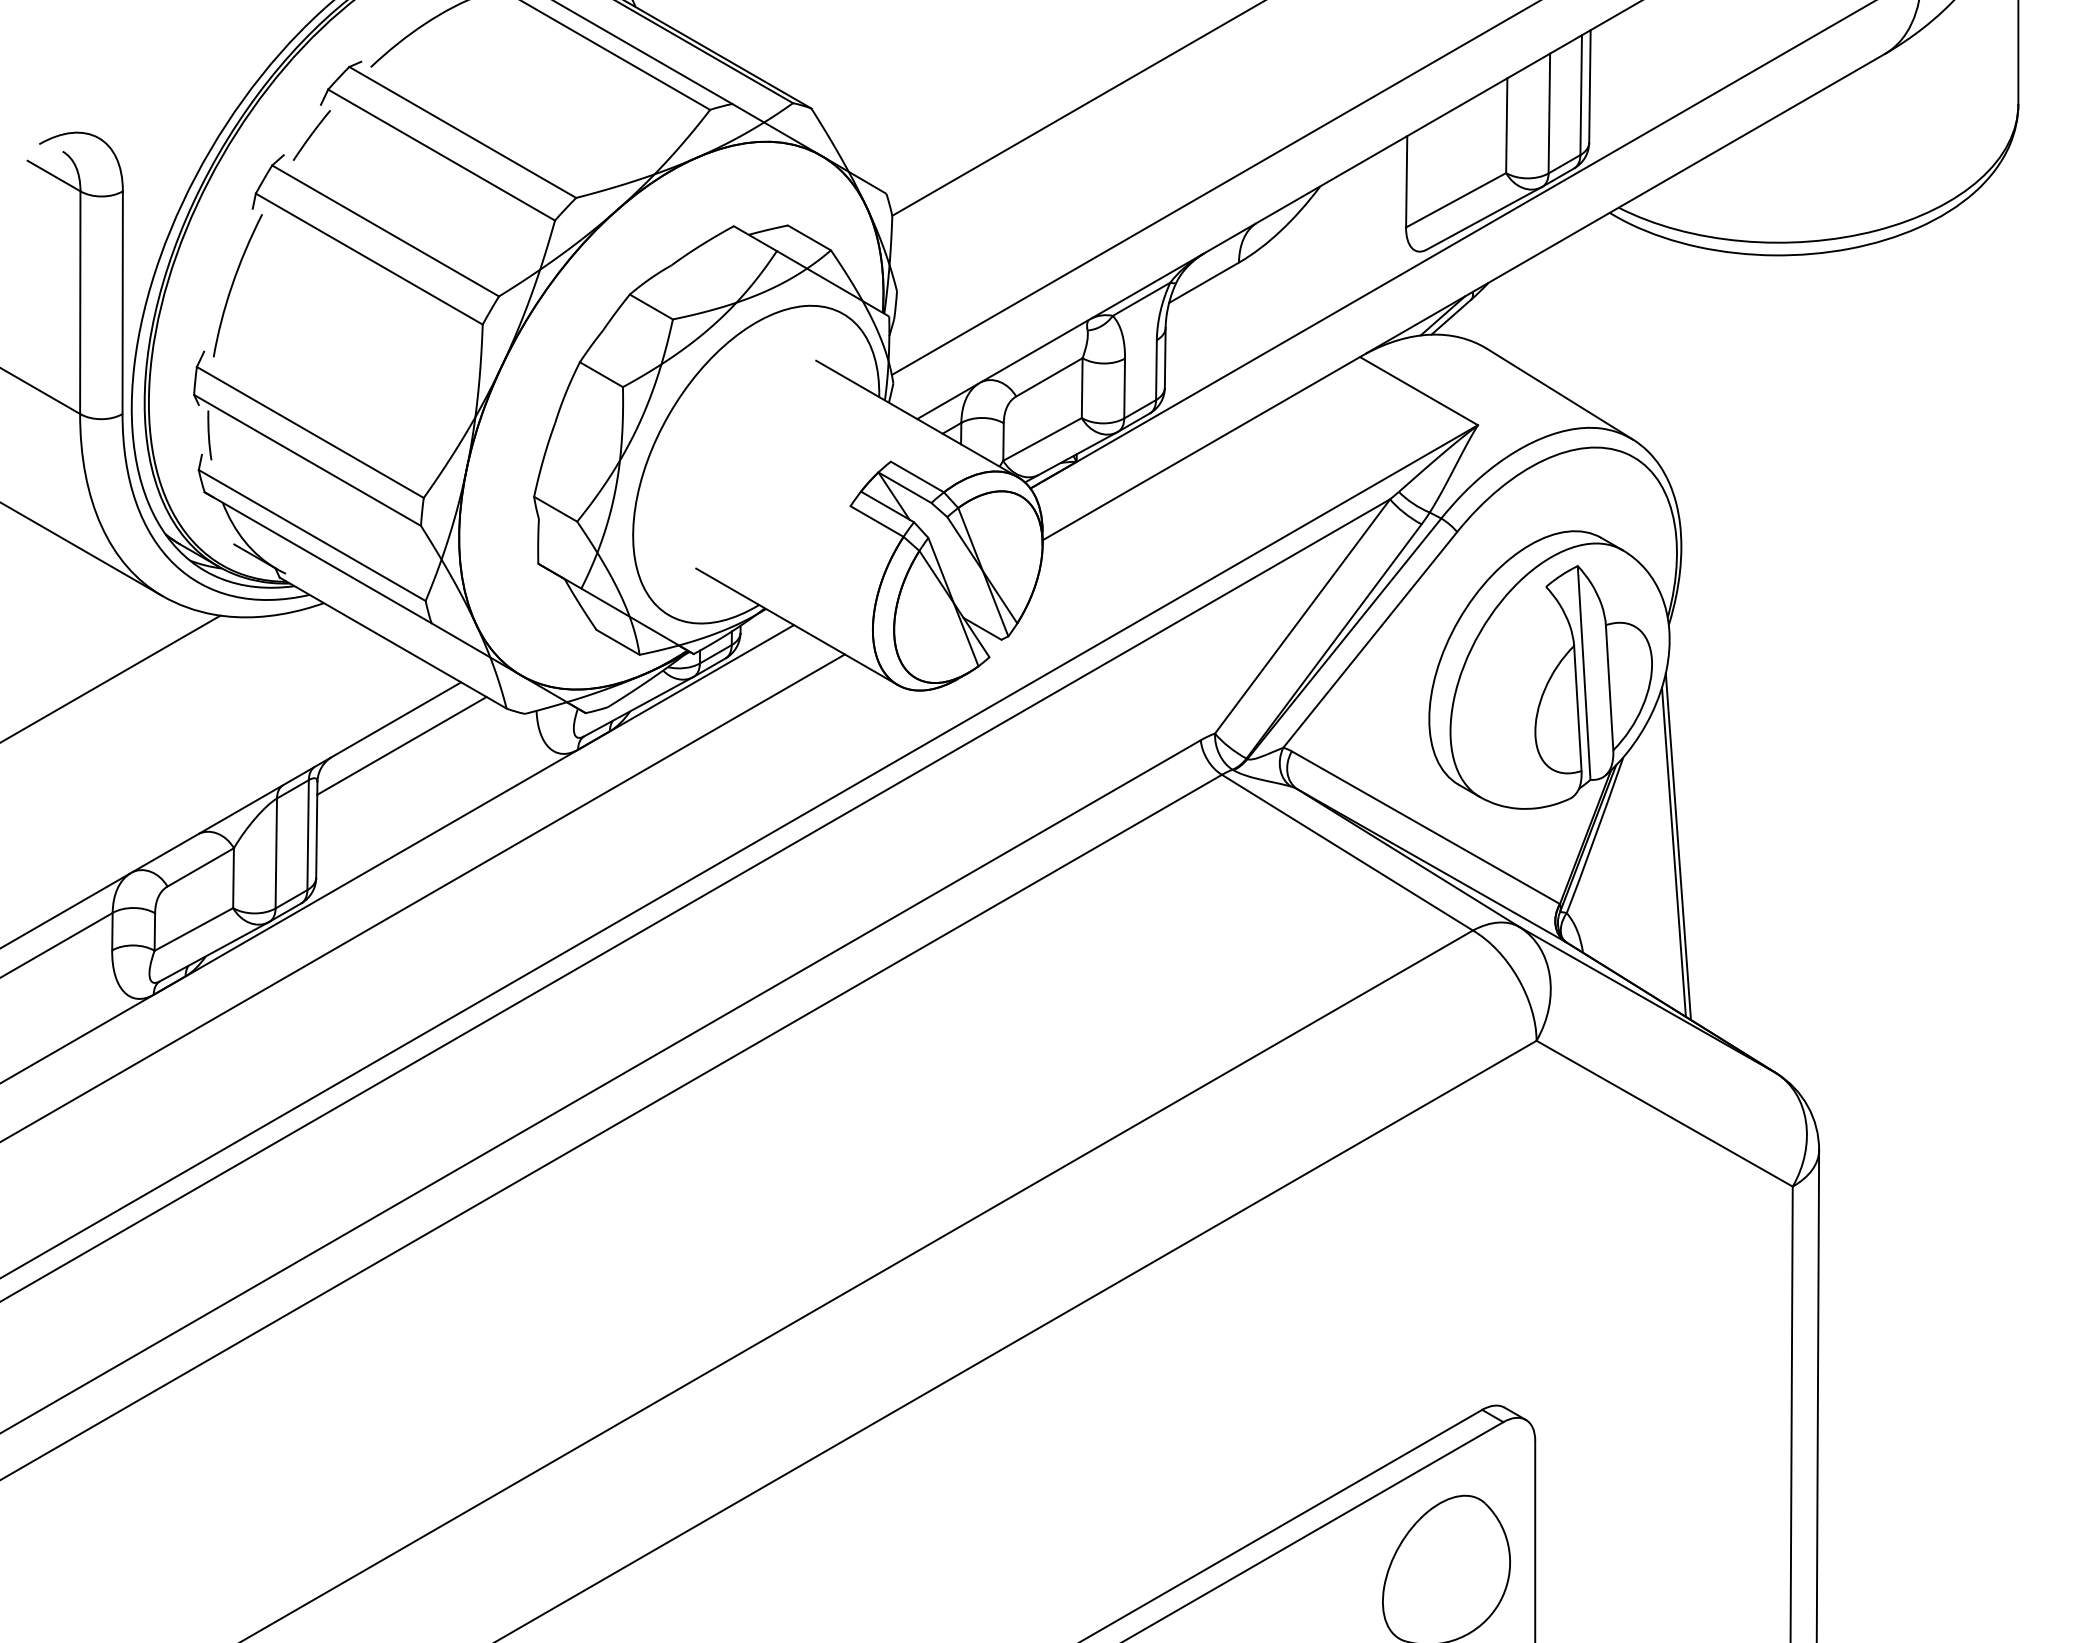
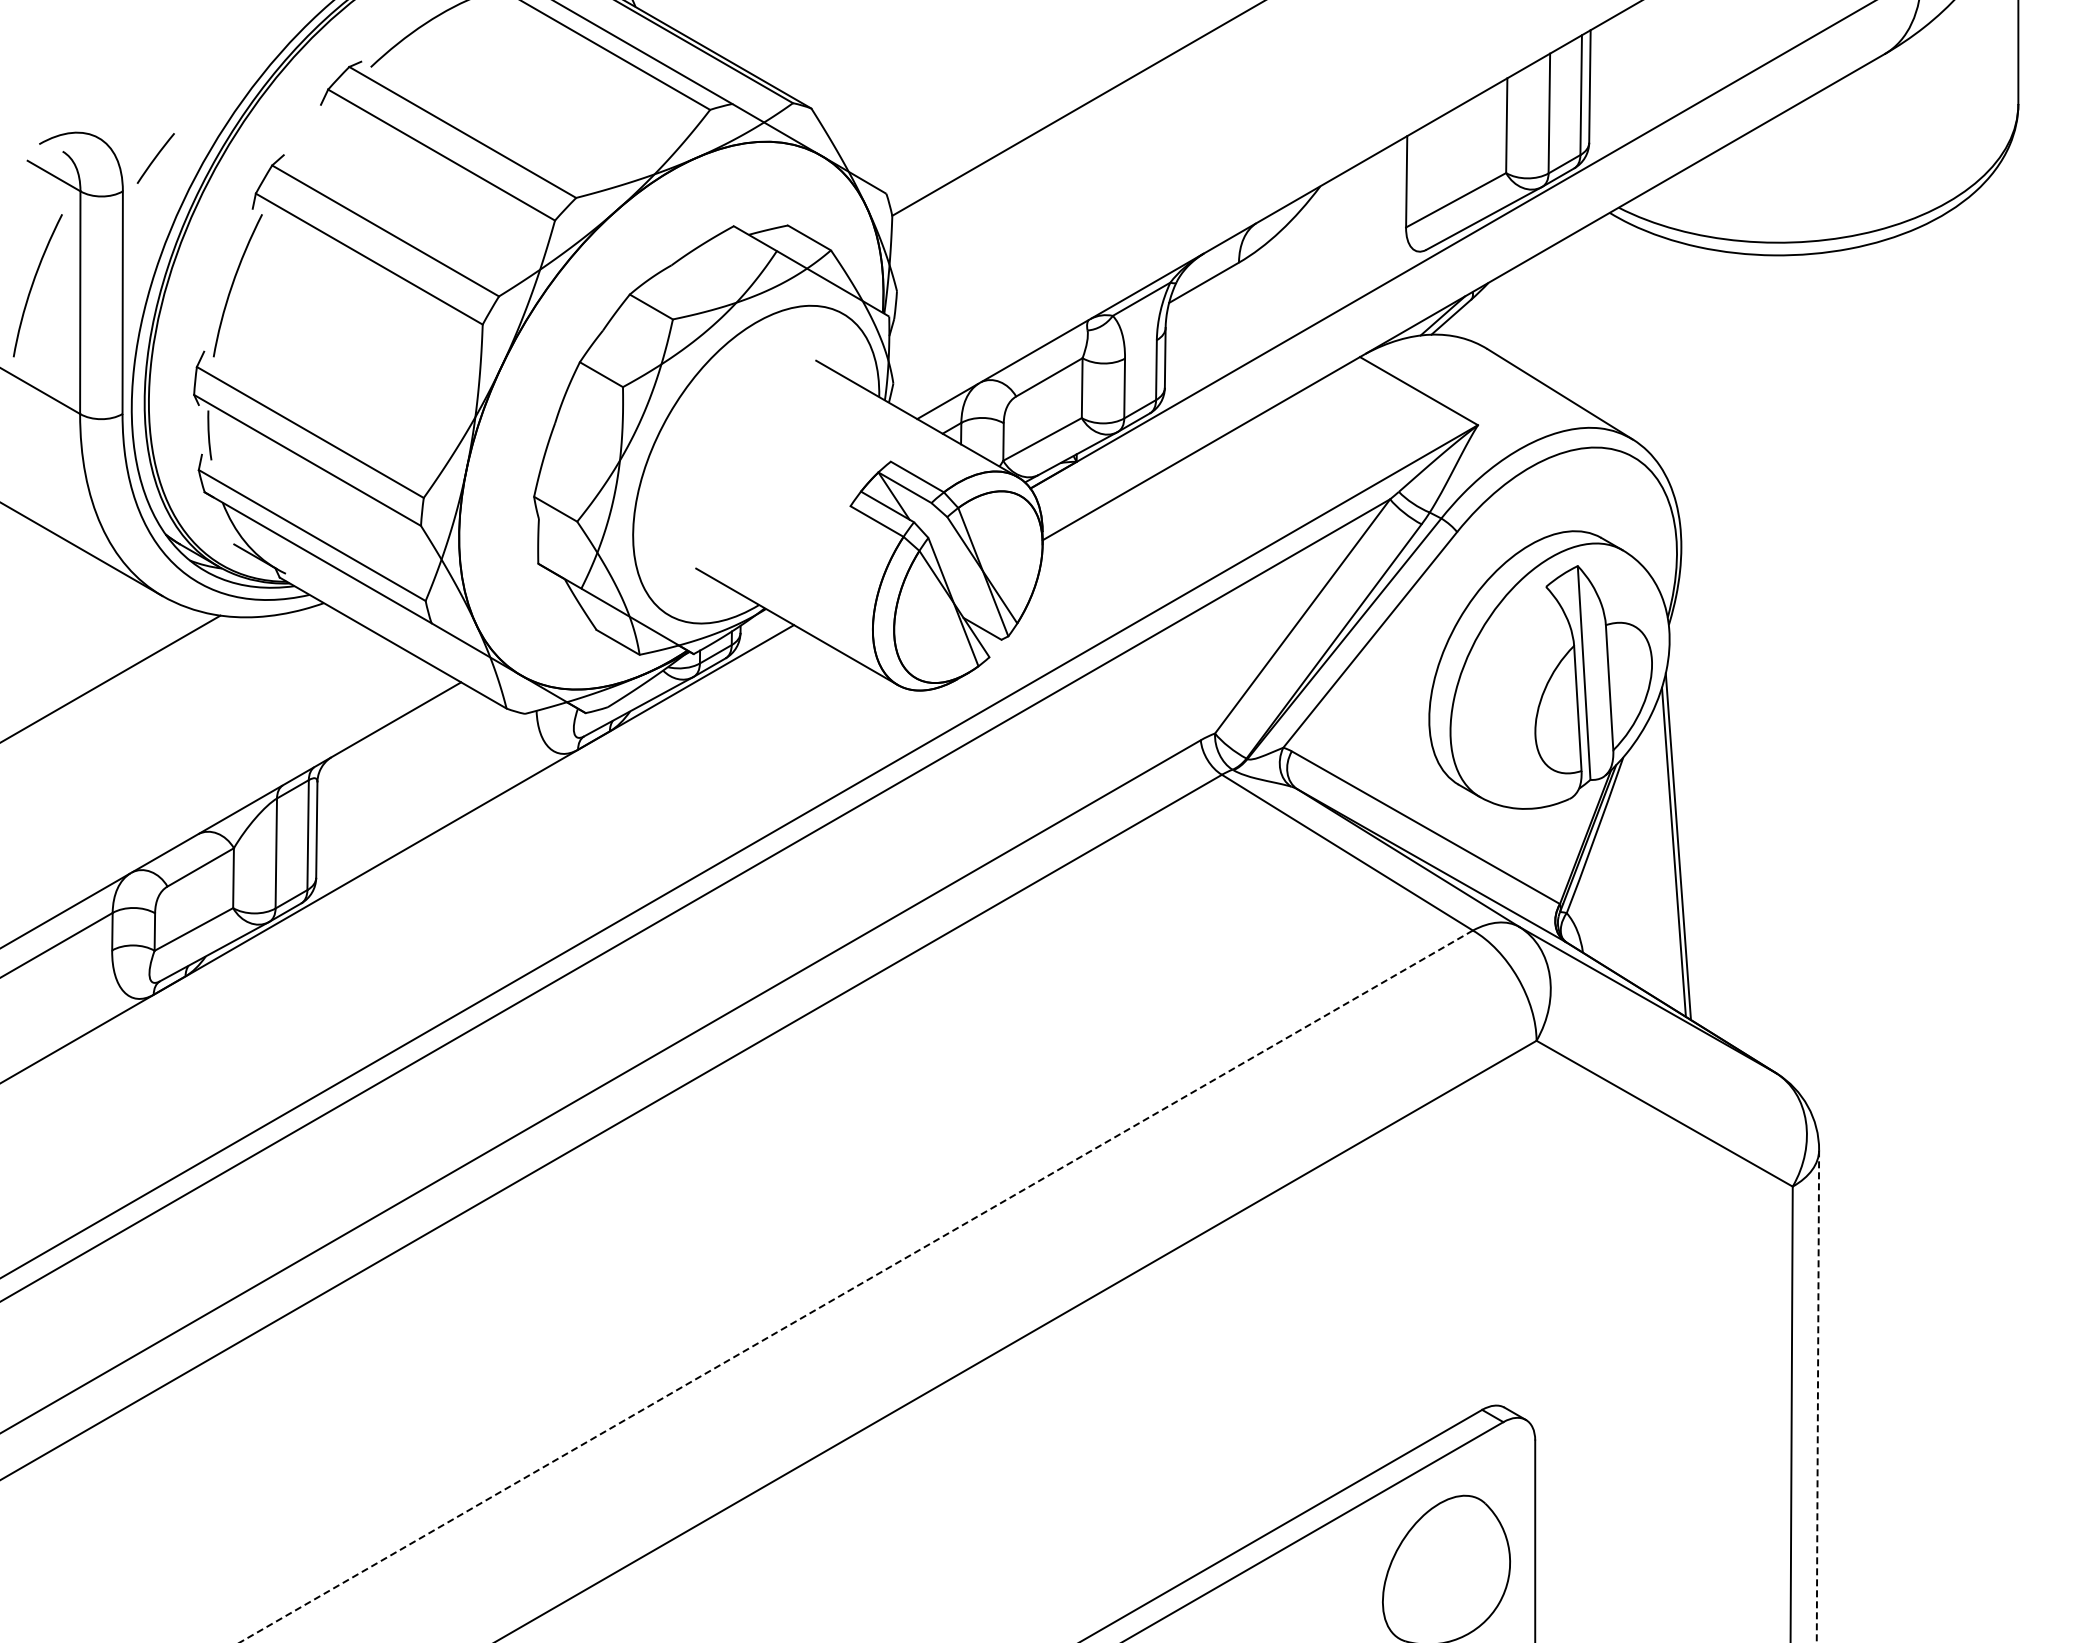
line at (311, 135) position: (311, 135) -> (155, 158)
line at (1214, 188): present -> none
curve at (33, 285): none -> present
line at (401, 745): present -> none
line at (423, 897): present -> none
line at (855, 1286): solid -> dashed
line at (1817, 1396): solid -> dashed
